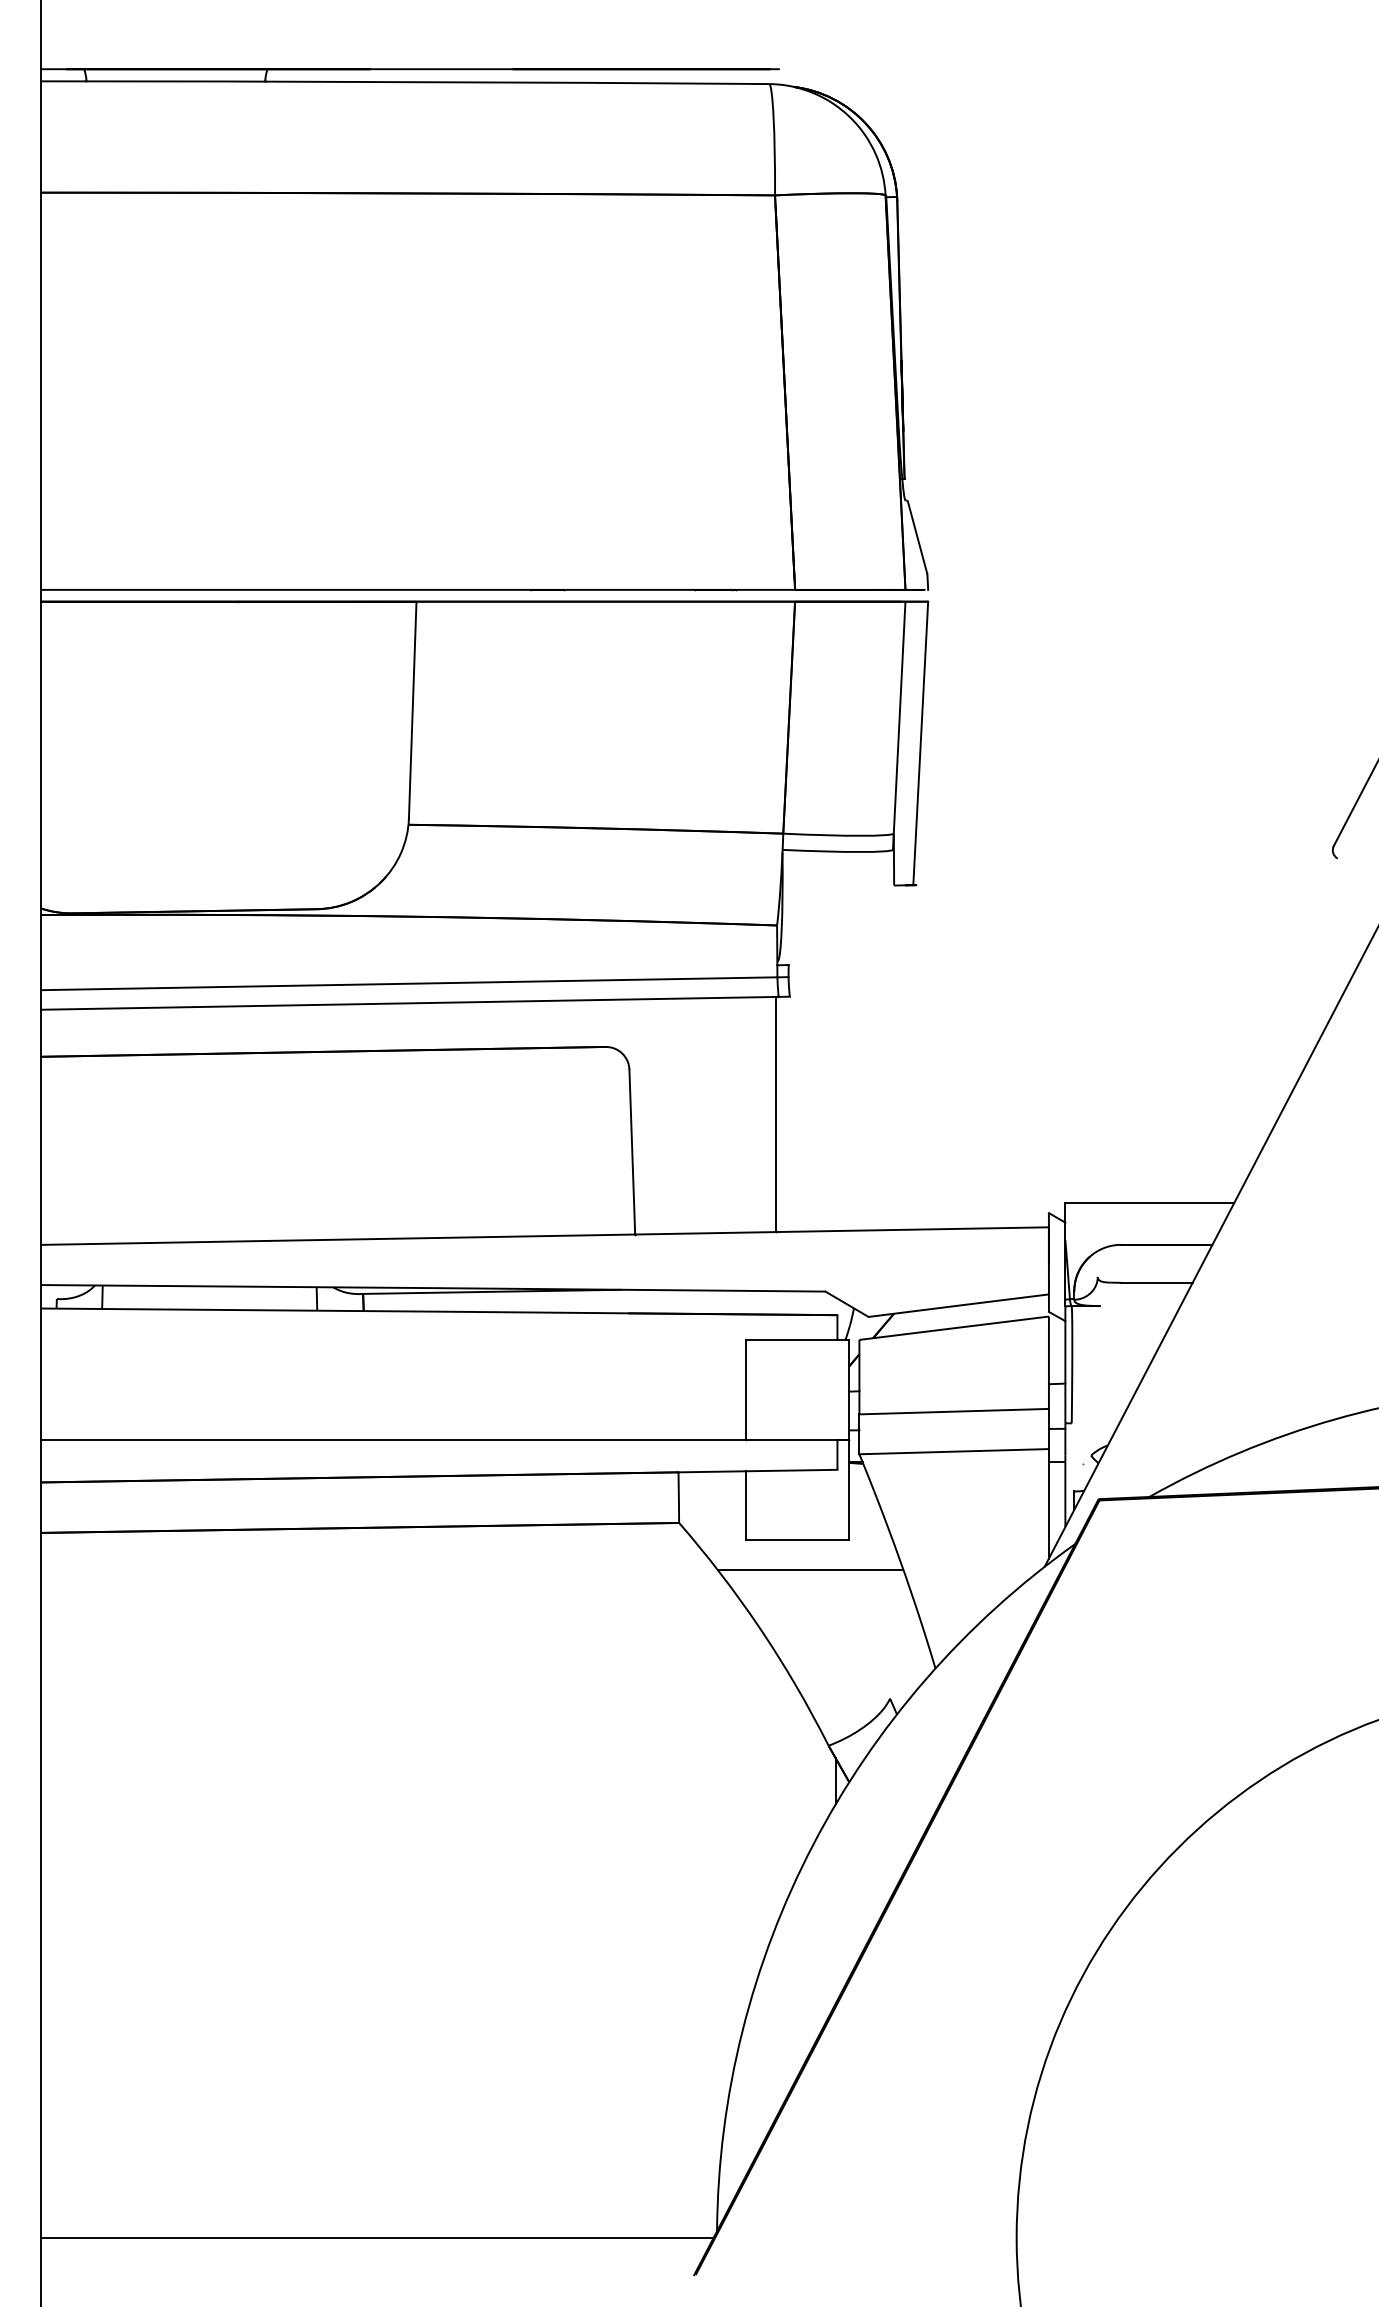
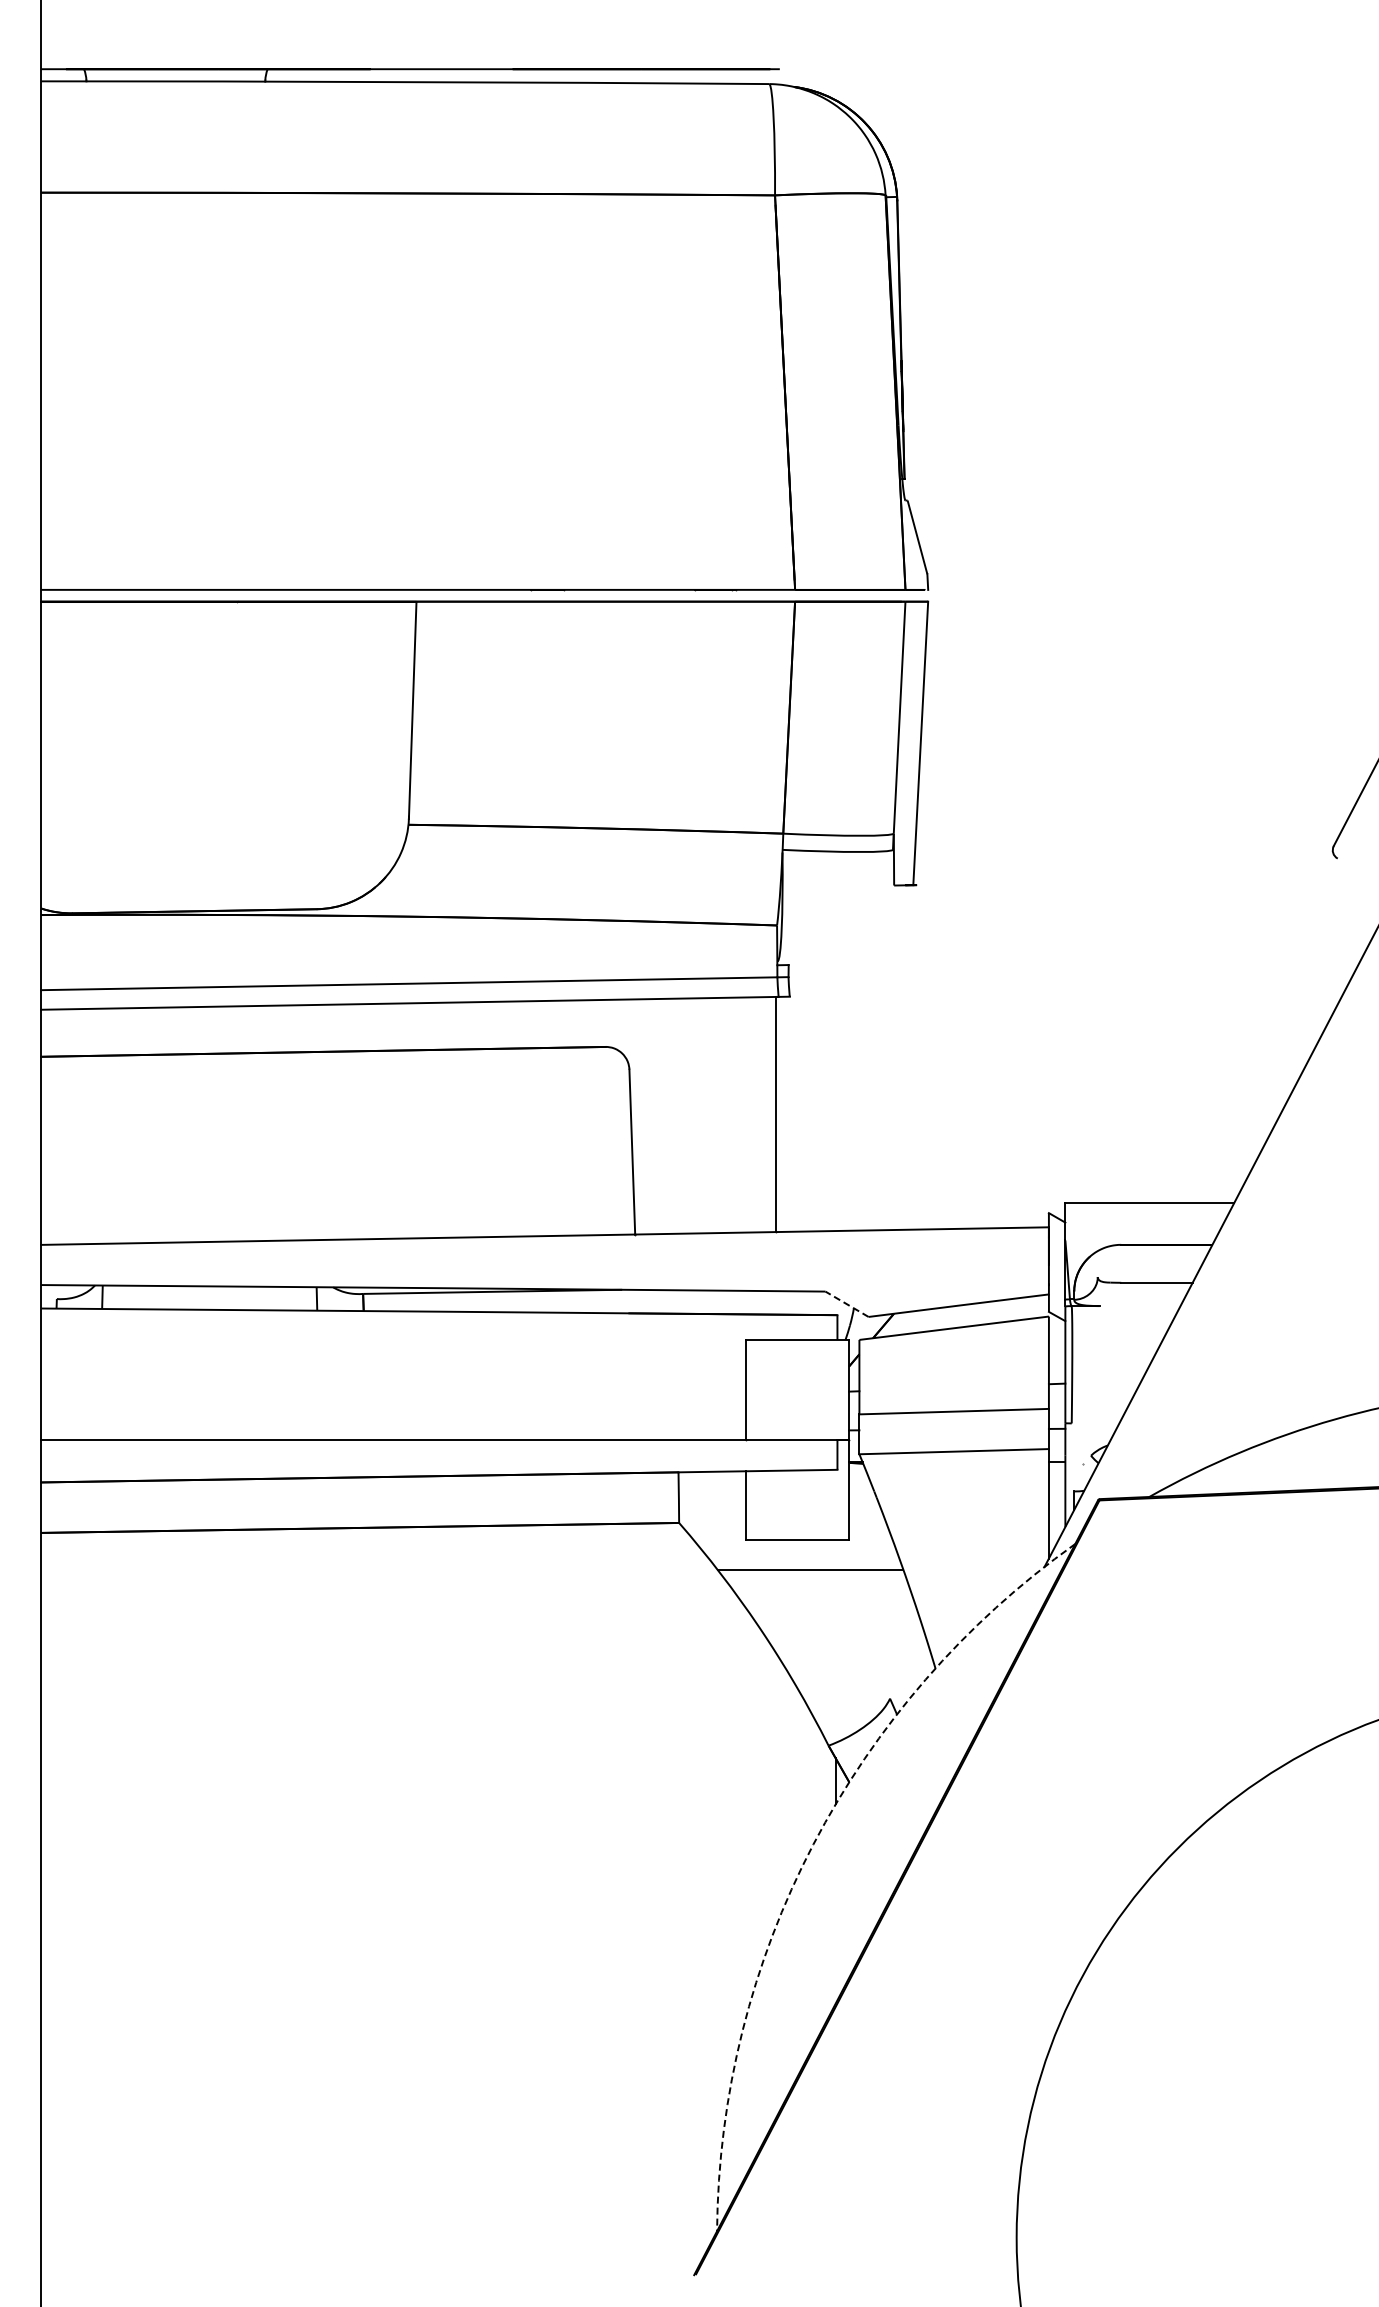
line at (846, 1304): solid -> dashed
arc at (813, 1844): solid -> dashed
line at (377, 2237): present -> none
